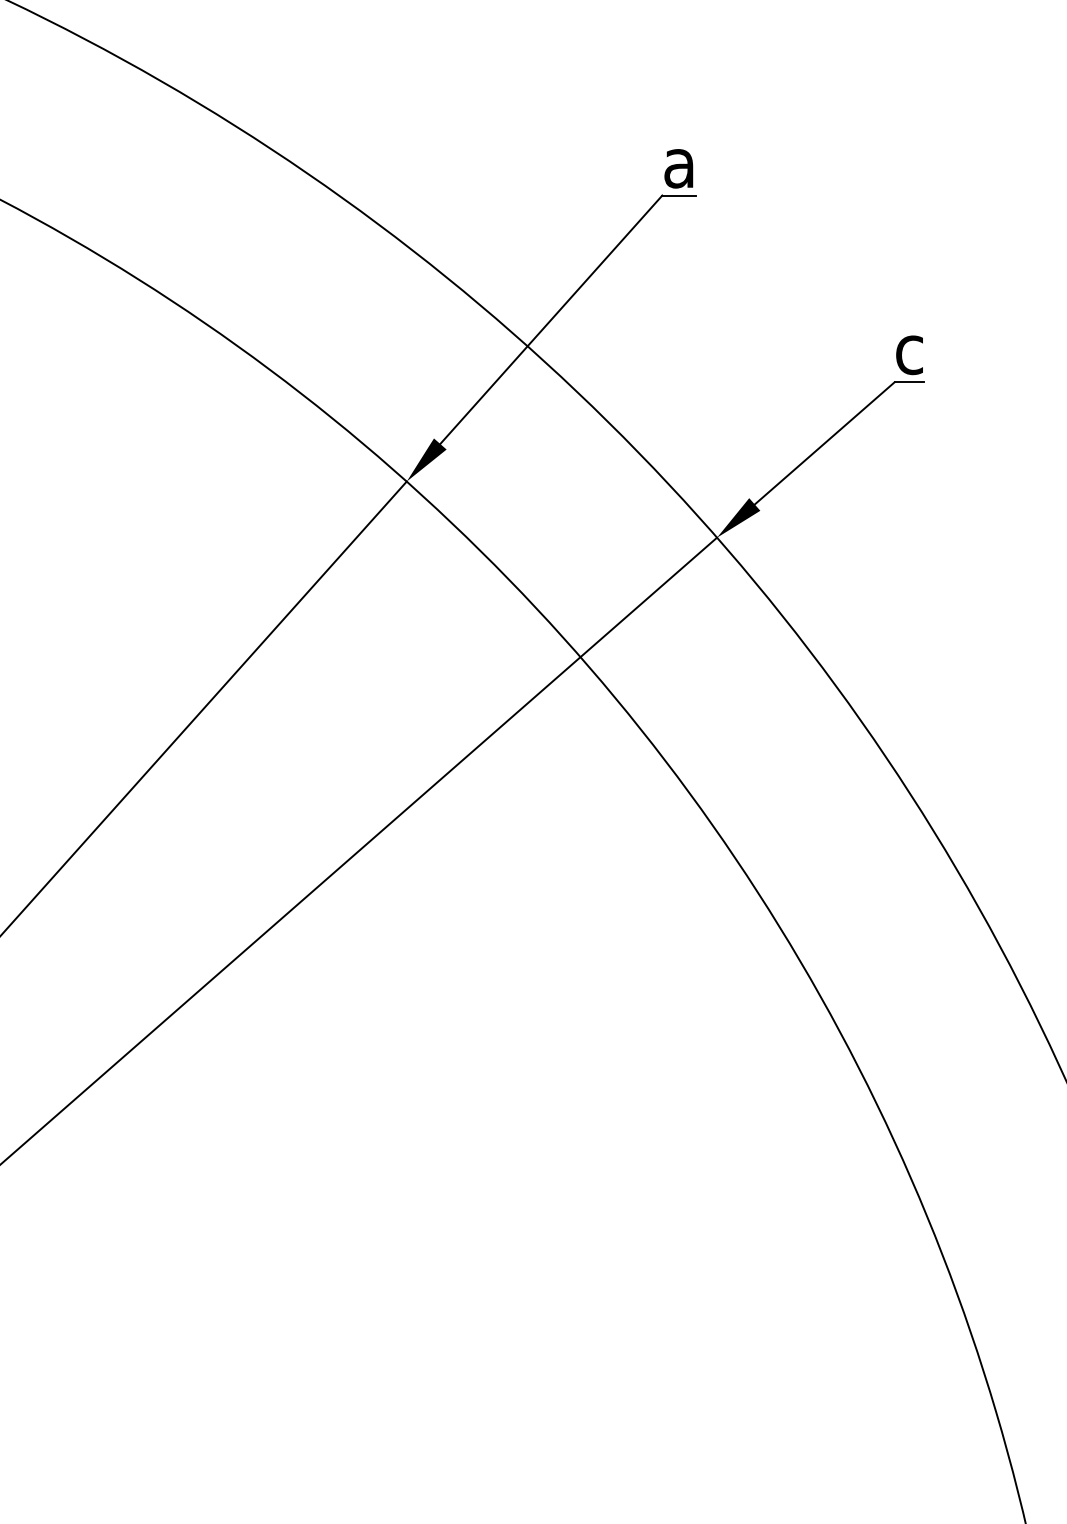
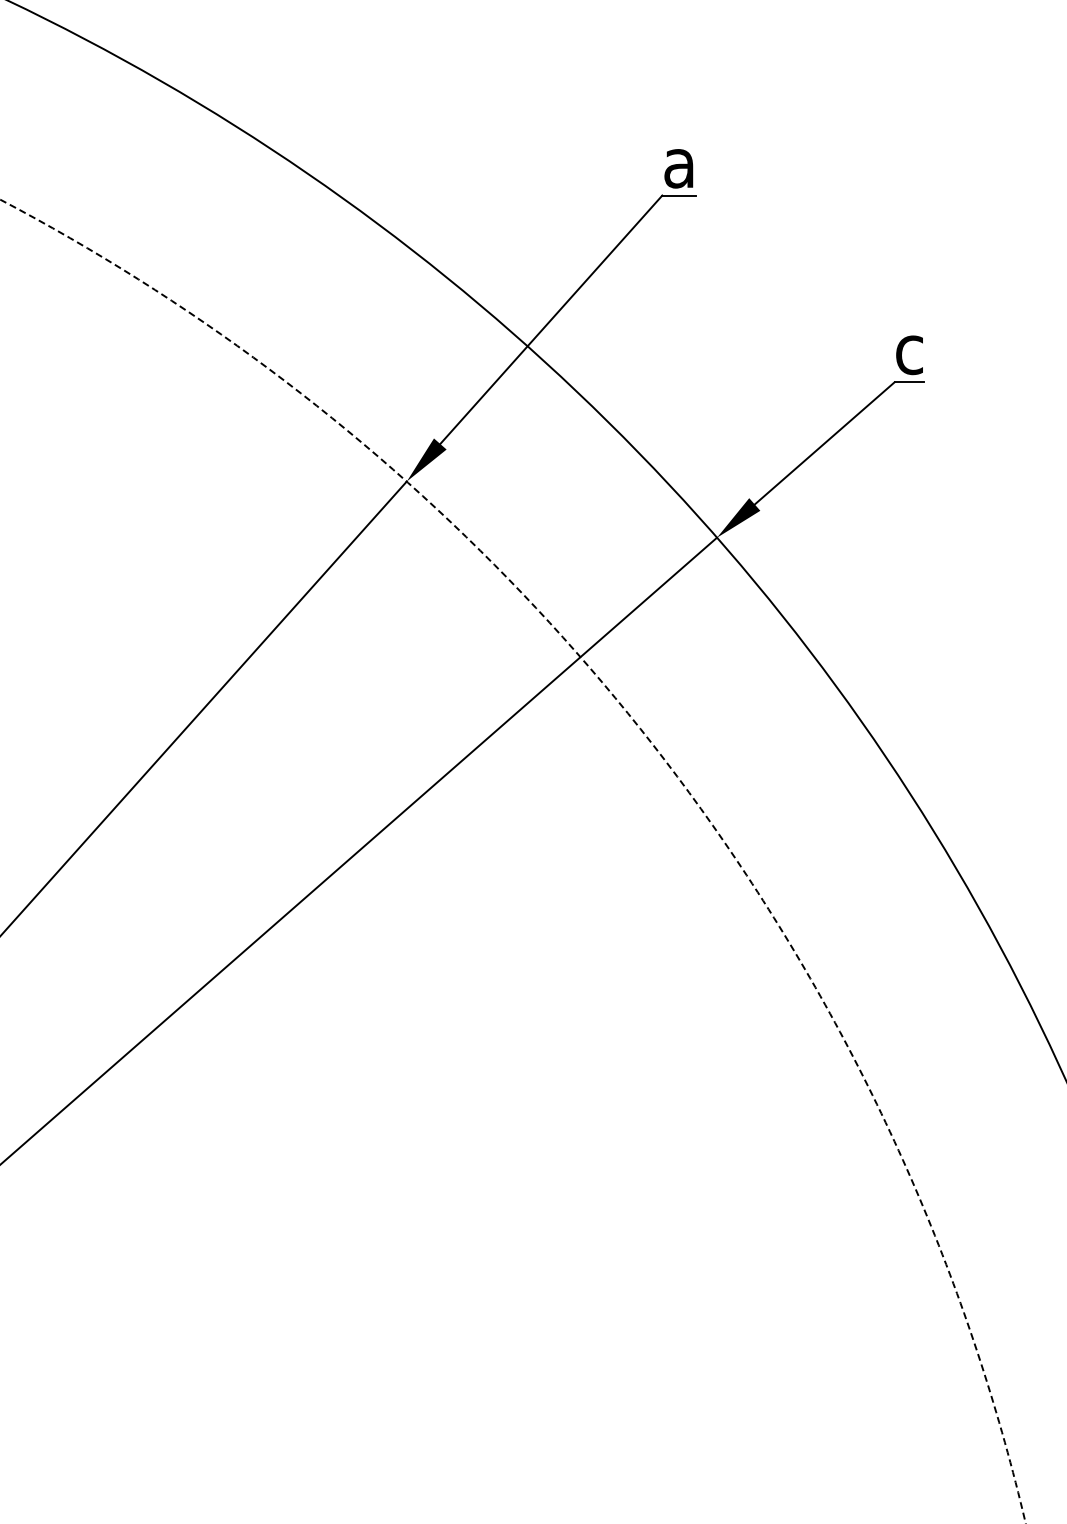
arc at (658, 751): solid -> dashed
